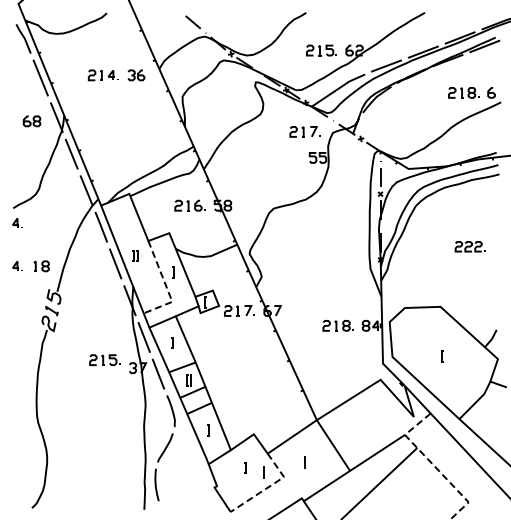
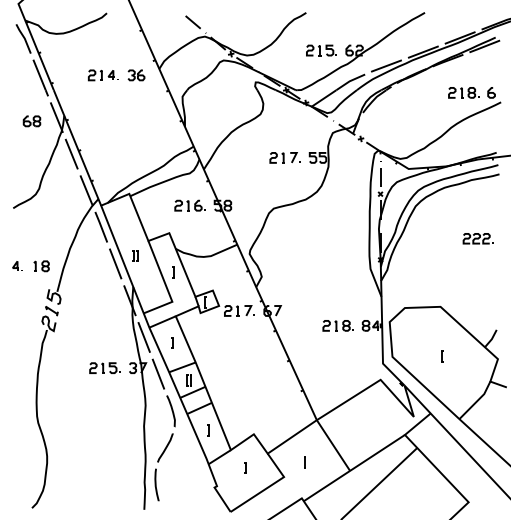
part at (304, 131) position: (304, 131) -> (284, 157)
part at (17, 222): present -> none
part at (469, 246) position: (469, 246) -> (477, 238)
line at (166, 287): dashed -> solid
part at (104, 359) position: (104, 359) -> (104, 367)
line at (433, 465): dashed -> solid
line at (263, 472): present -> none
line at (269, 486): dashed -> solid
